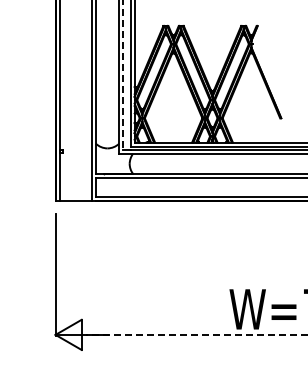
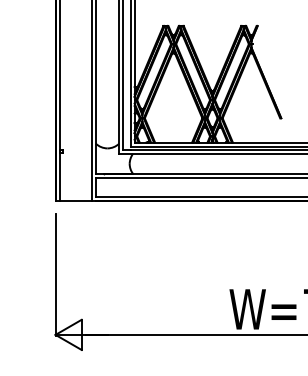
line at (123, 75): dashed -> solid
line at (196, 334): dashed -> solid
